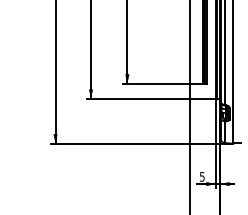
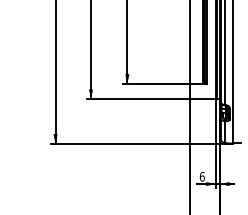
text at (201, 176): 5 -> 6
